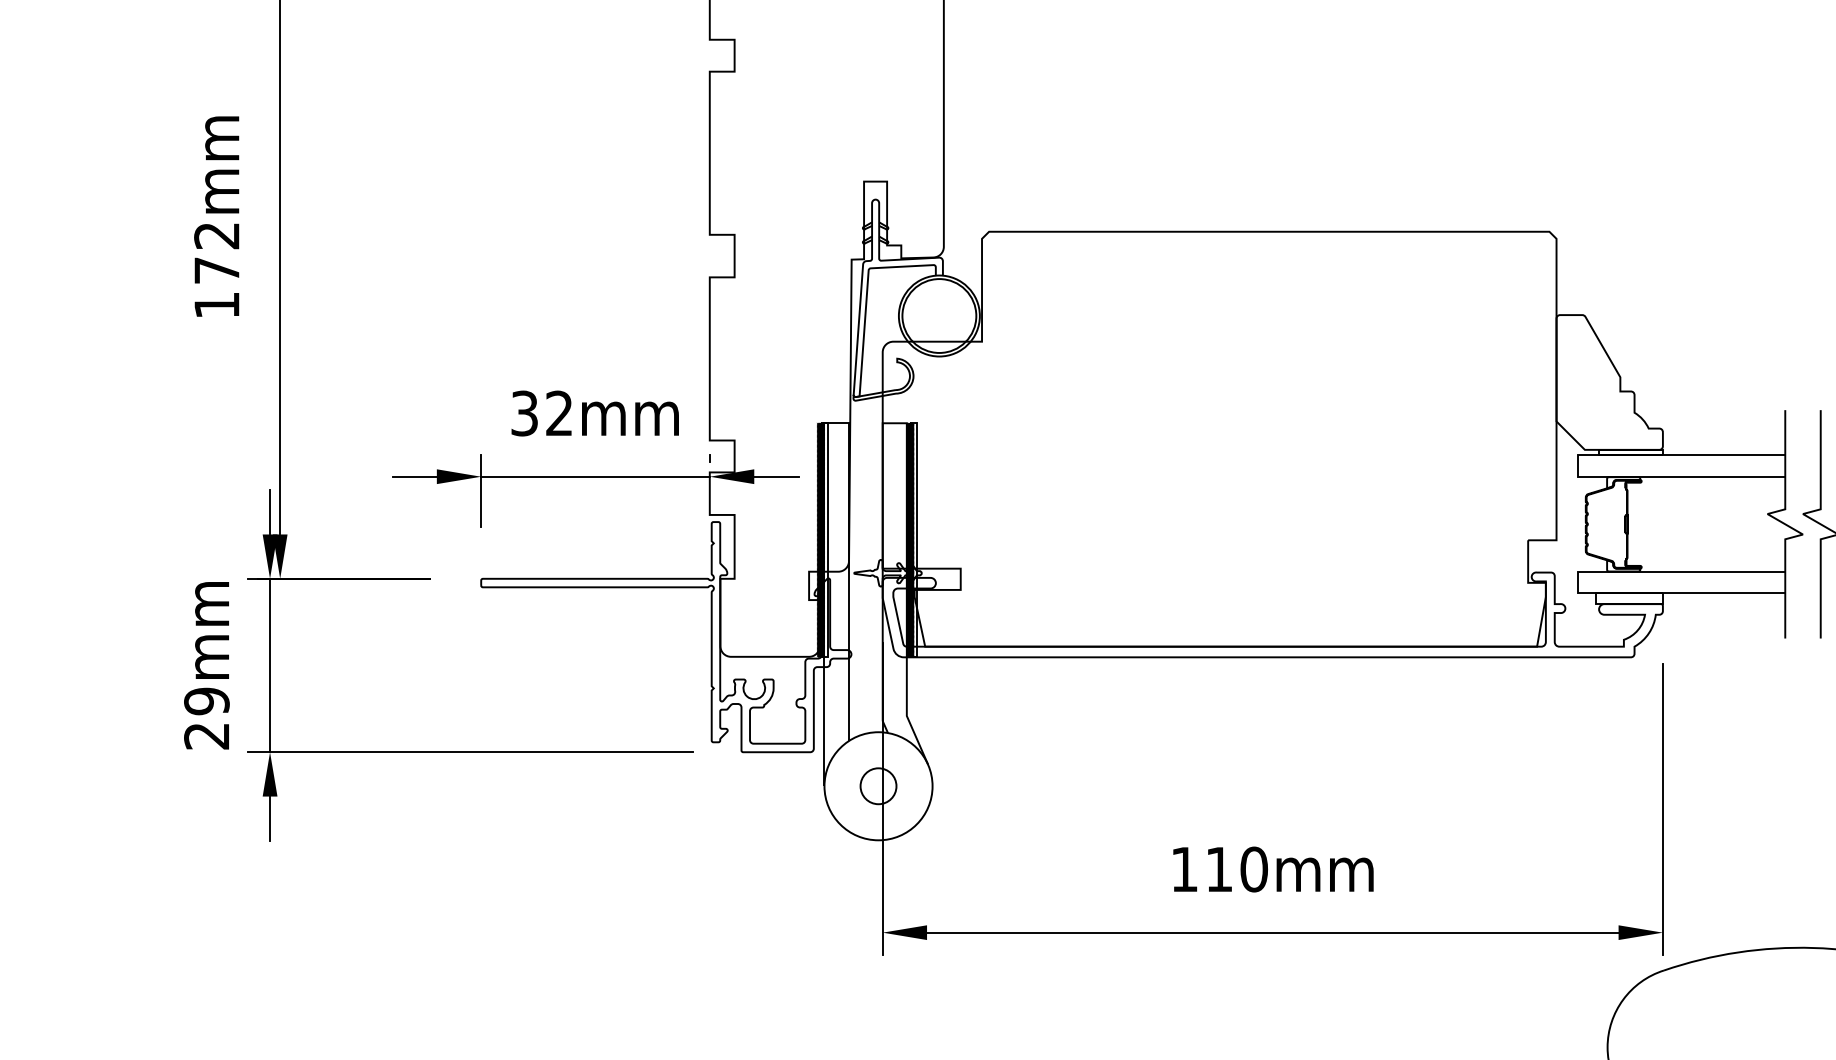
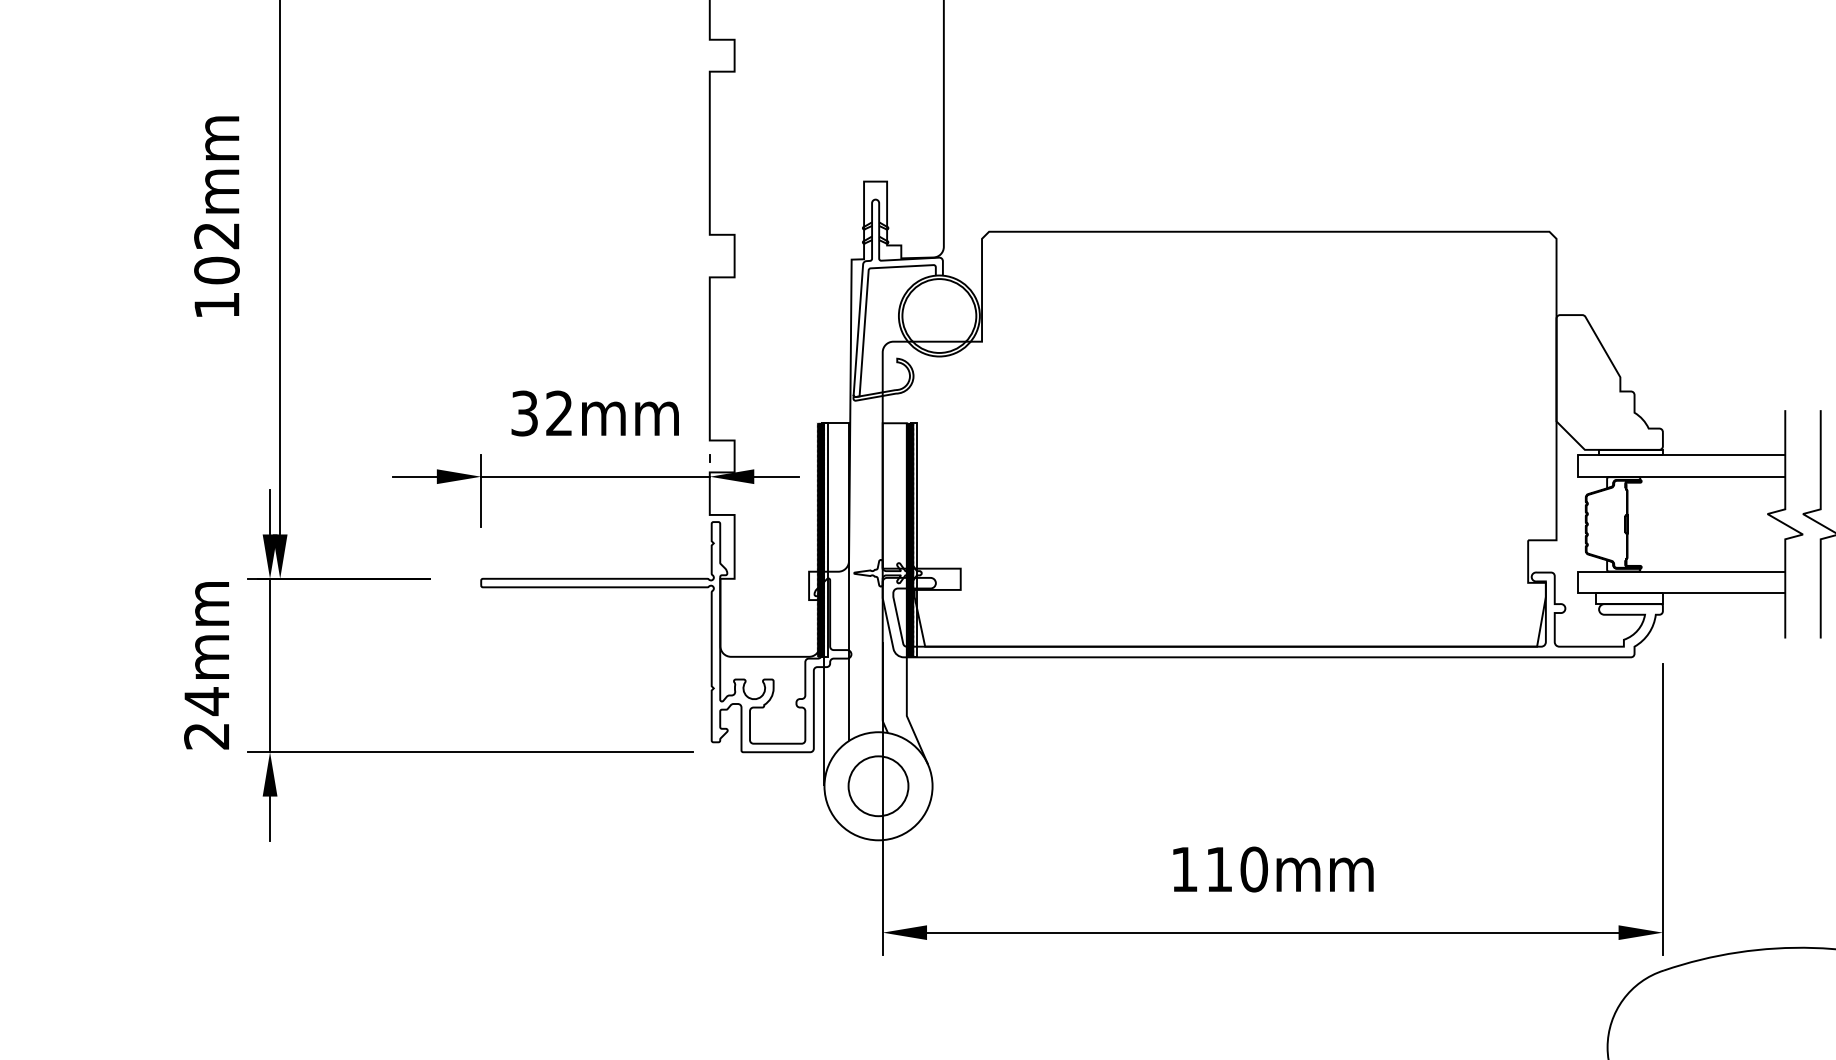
text at (216, 270): 172mm -> 102mm
text at (206, 701): 29mm -> 24mm
circle at (878, 786) diameter: 36 px -> 60 px
